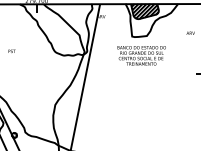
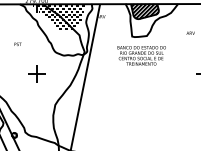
hatch at (59, 17): none -> present
text at (11, 50) position: (11, 50) -> (17, 43)
part at (36, 73): none -> present
